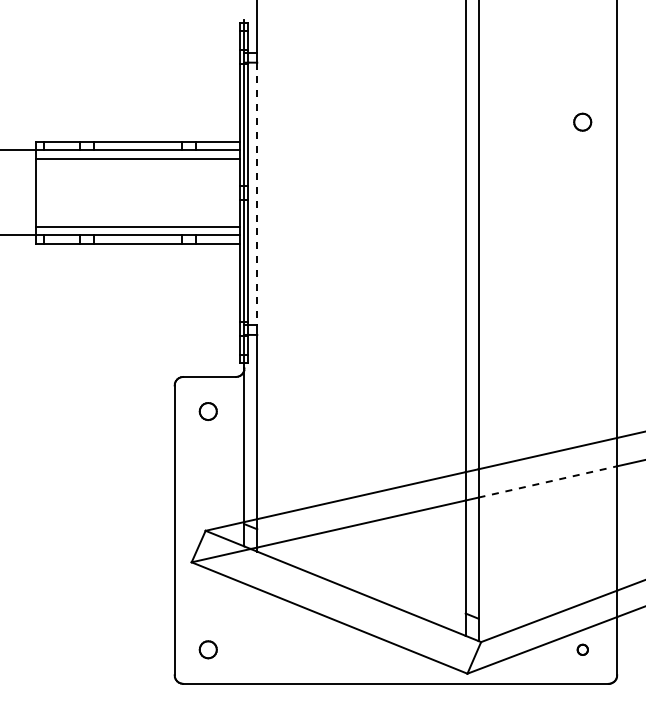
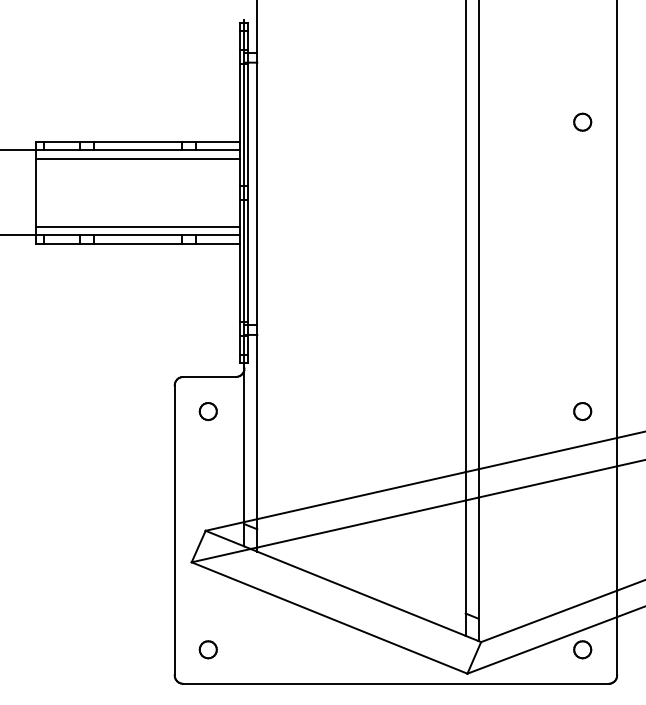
line at (257, 194): dashed -> solid
part at (582, 411): none -> present
line at (548, 481): dashed -> solid
part at (582, 649) size: 13x13 px -> 20x20 px
